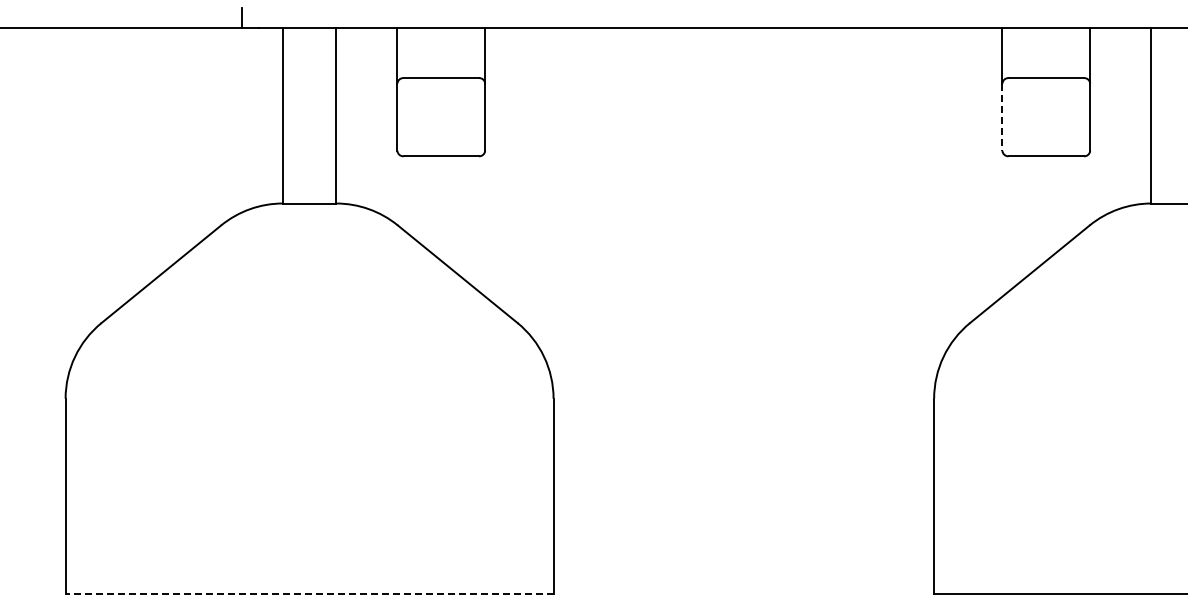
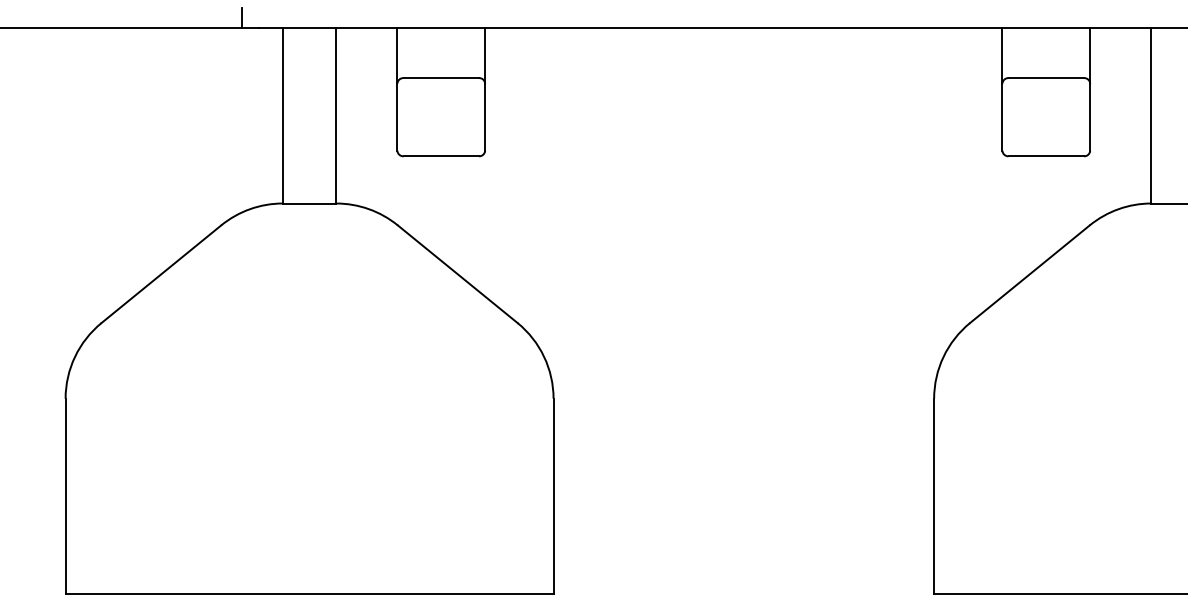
line at (1002, 117): dashed -> solid
line at (309, 593): dashed -> solid
